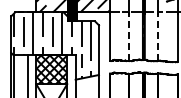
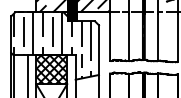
line at (129, 36): dashed -> solid
line at (158, 36): dashed -> solid
